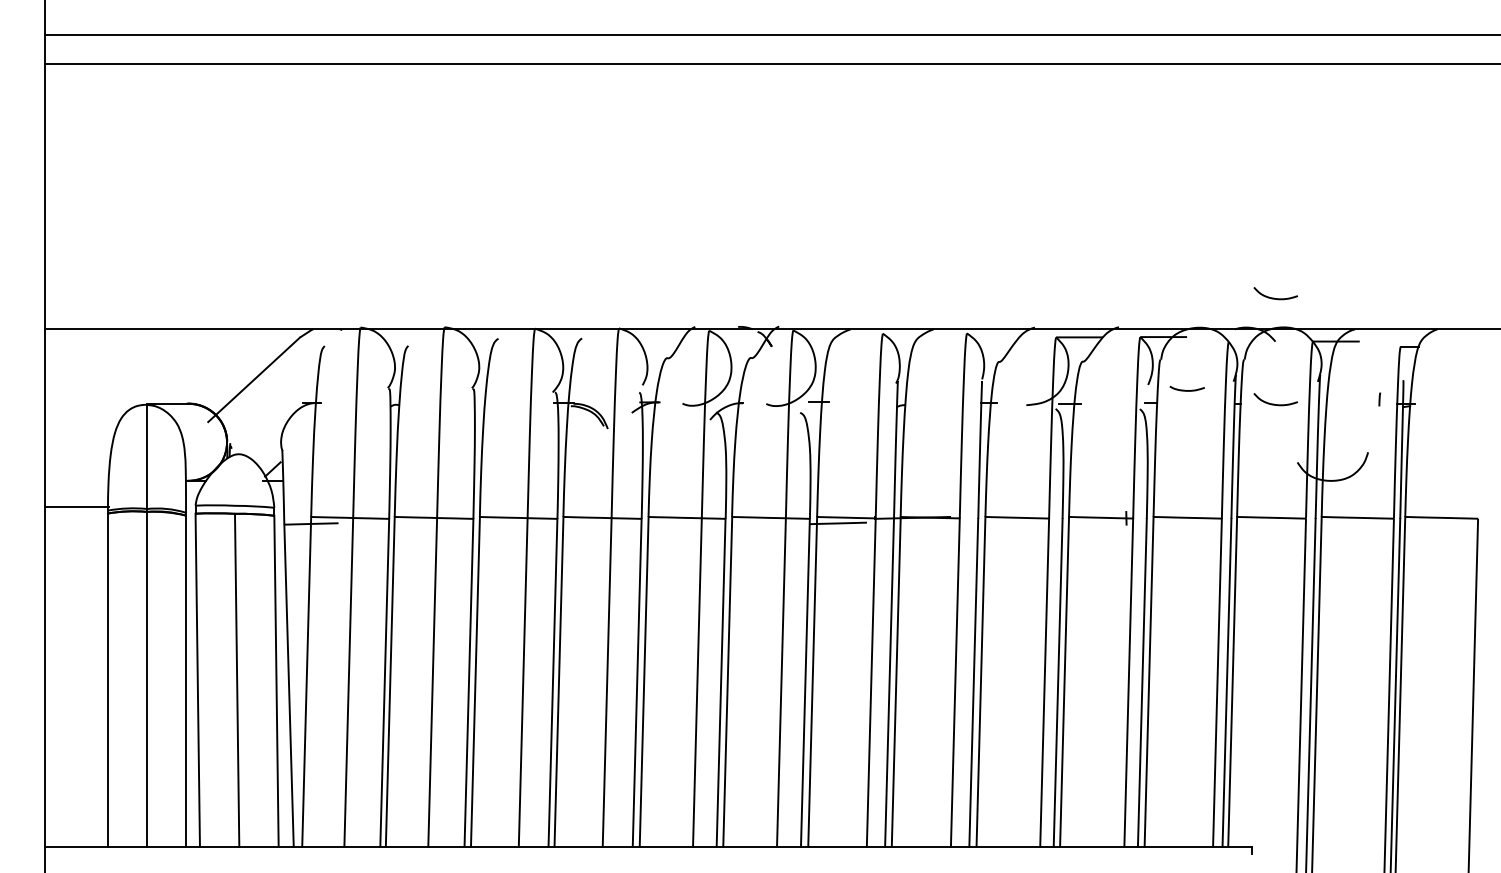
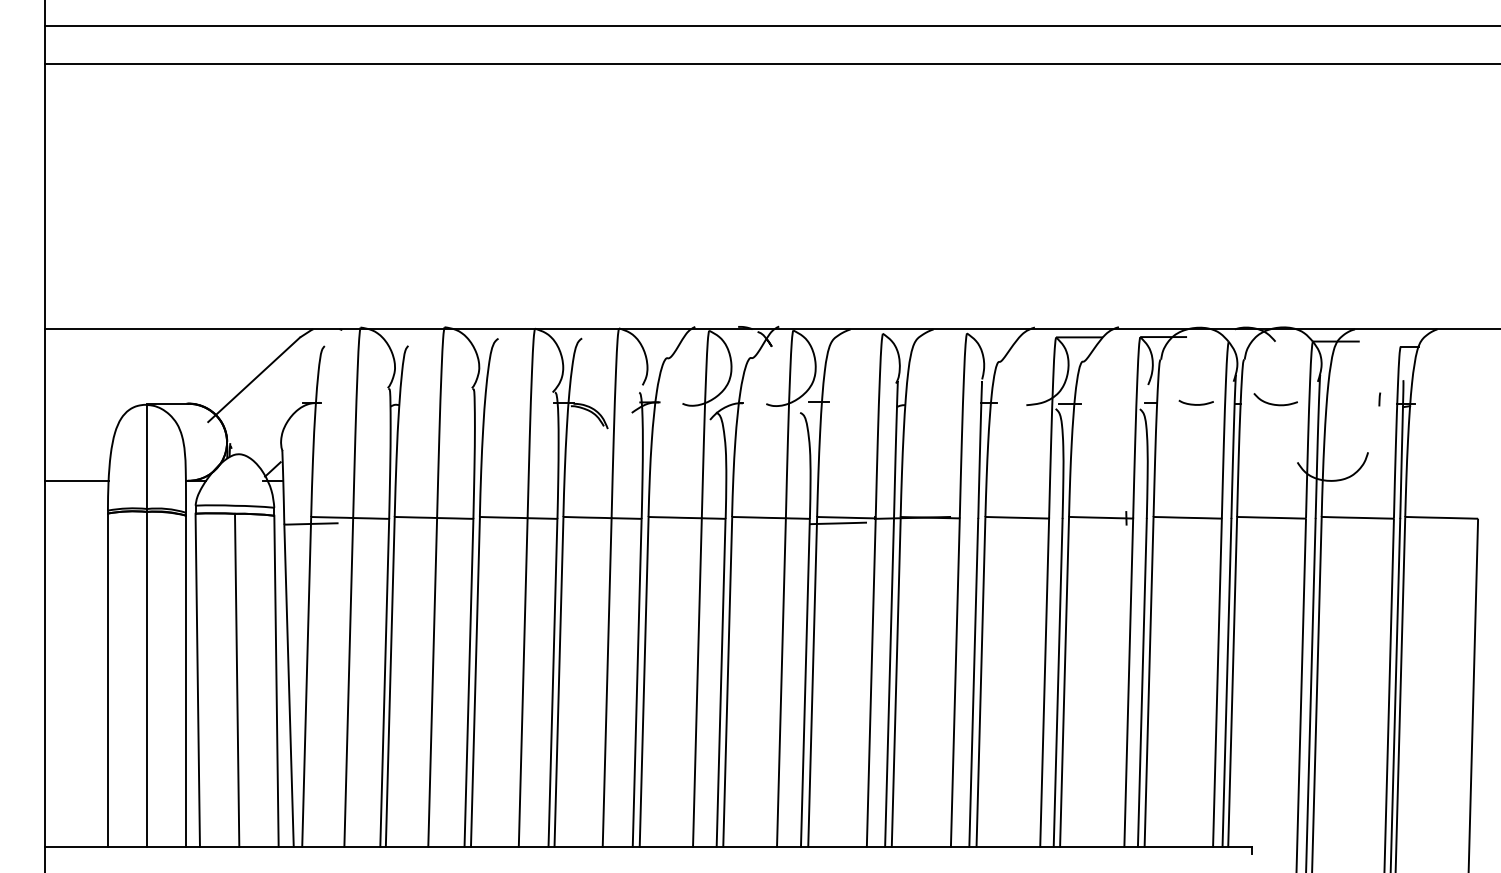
line at (771, 35) position: (771, 35) -> (771, 26)
curve at (1274, 297): present -> none
curve at (1185, 389) position: (1185, 389) -> (1194, 403)
line at (76, 507) position: (76, 507) -> (76, 481)
